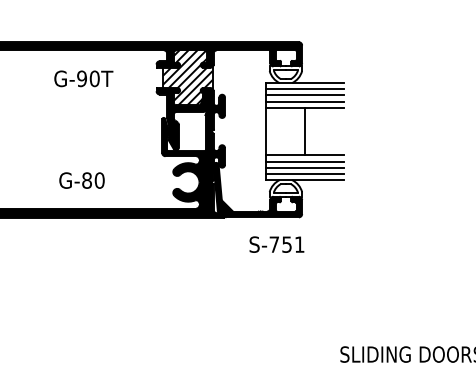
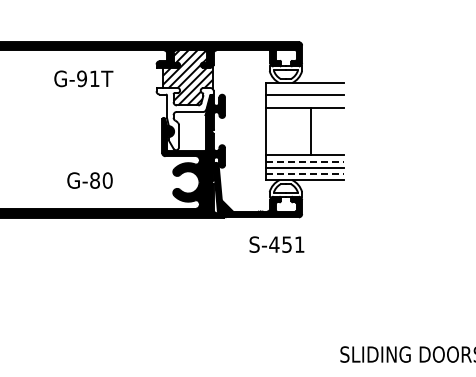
text at (94, 78): G-90T -> G-91T
line at (304, 89): present -> none
line at (304, 101): present -> none
fill at (184, 119): present -> none
line at (305, 131) position: (305, 131) -> (311, 131)
line at (304, 161): solid -> dashed
line at (304, 173): solid -> dashed
text at (81, 180) position: (81, 180) -> (89, 180)
text at (274, 244): S-751 -> S-451
